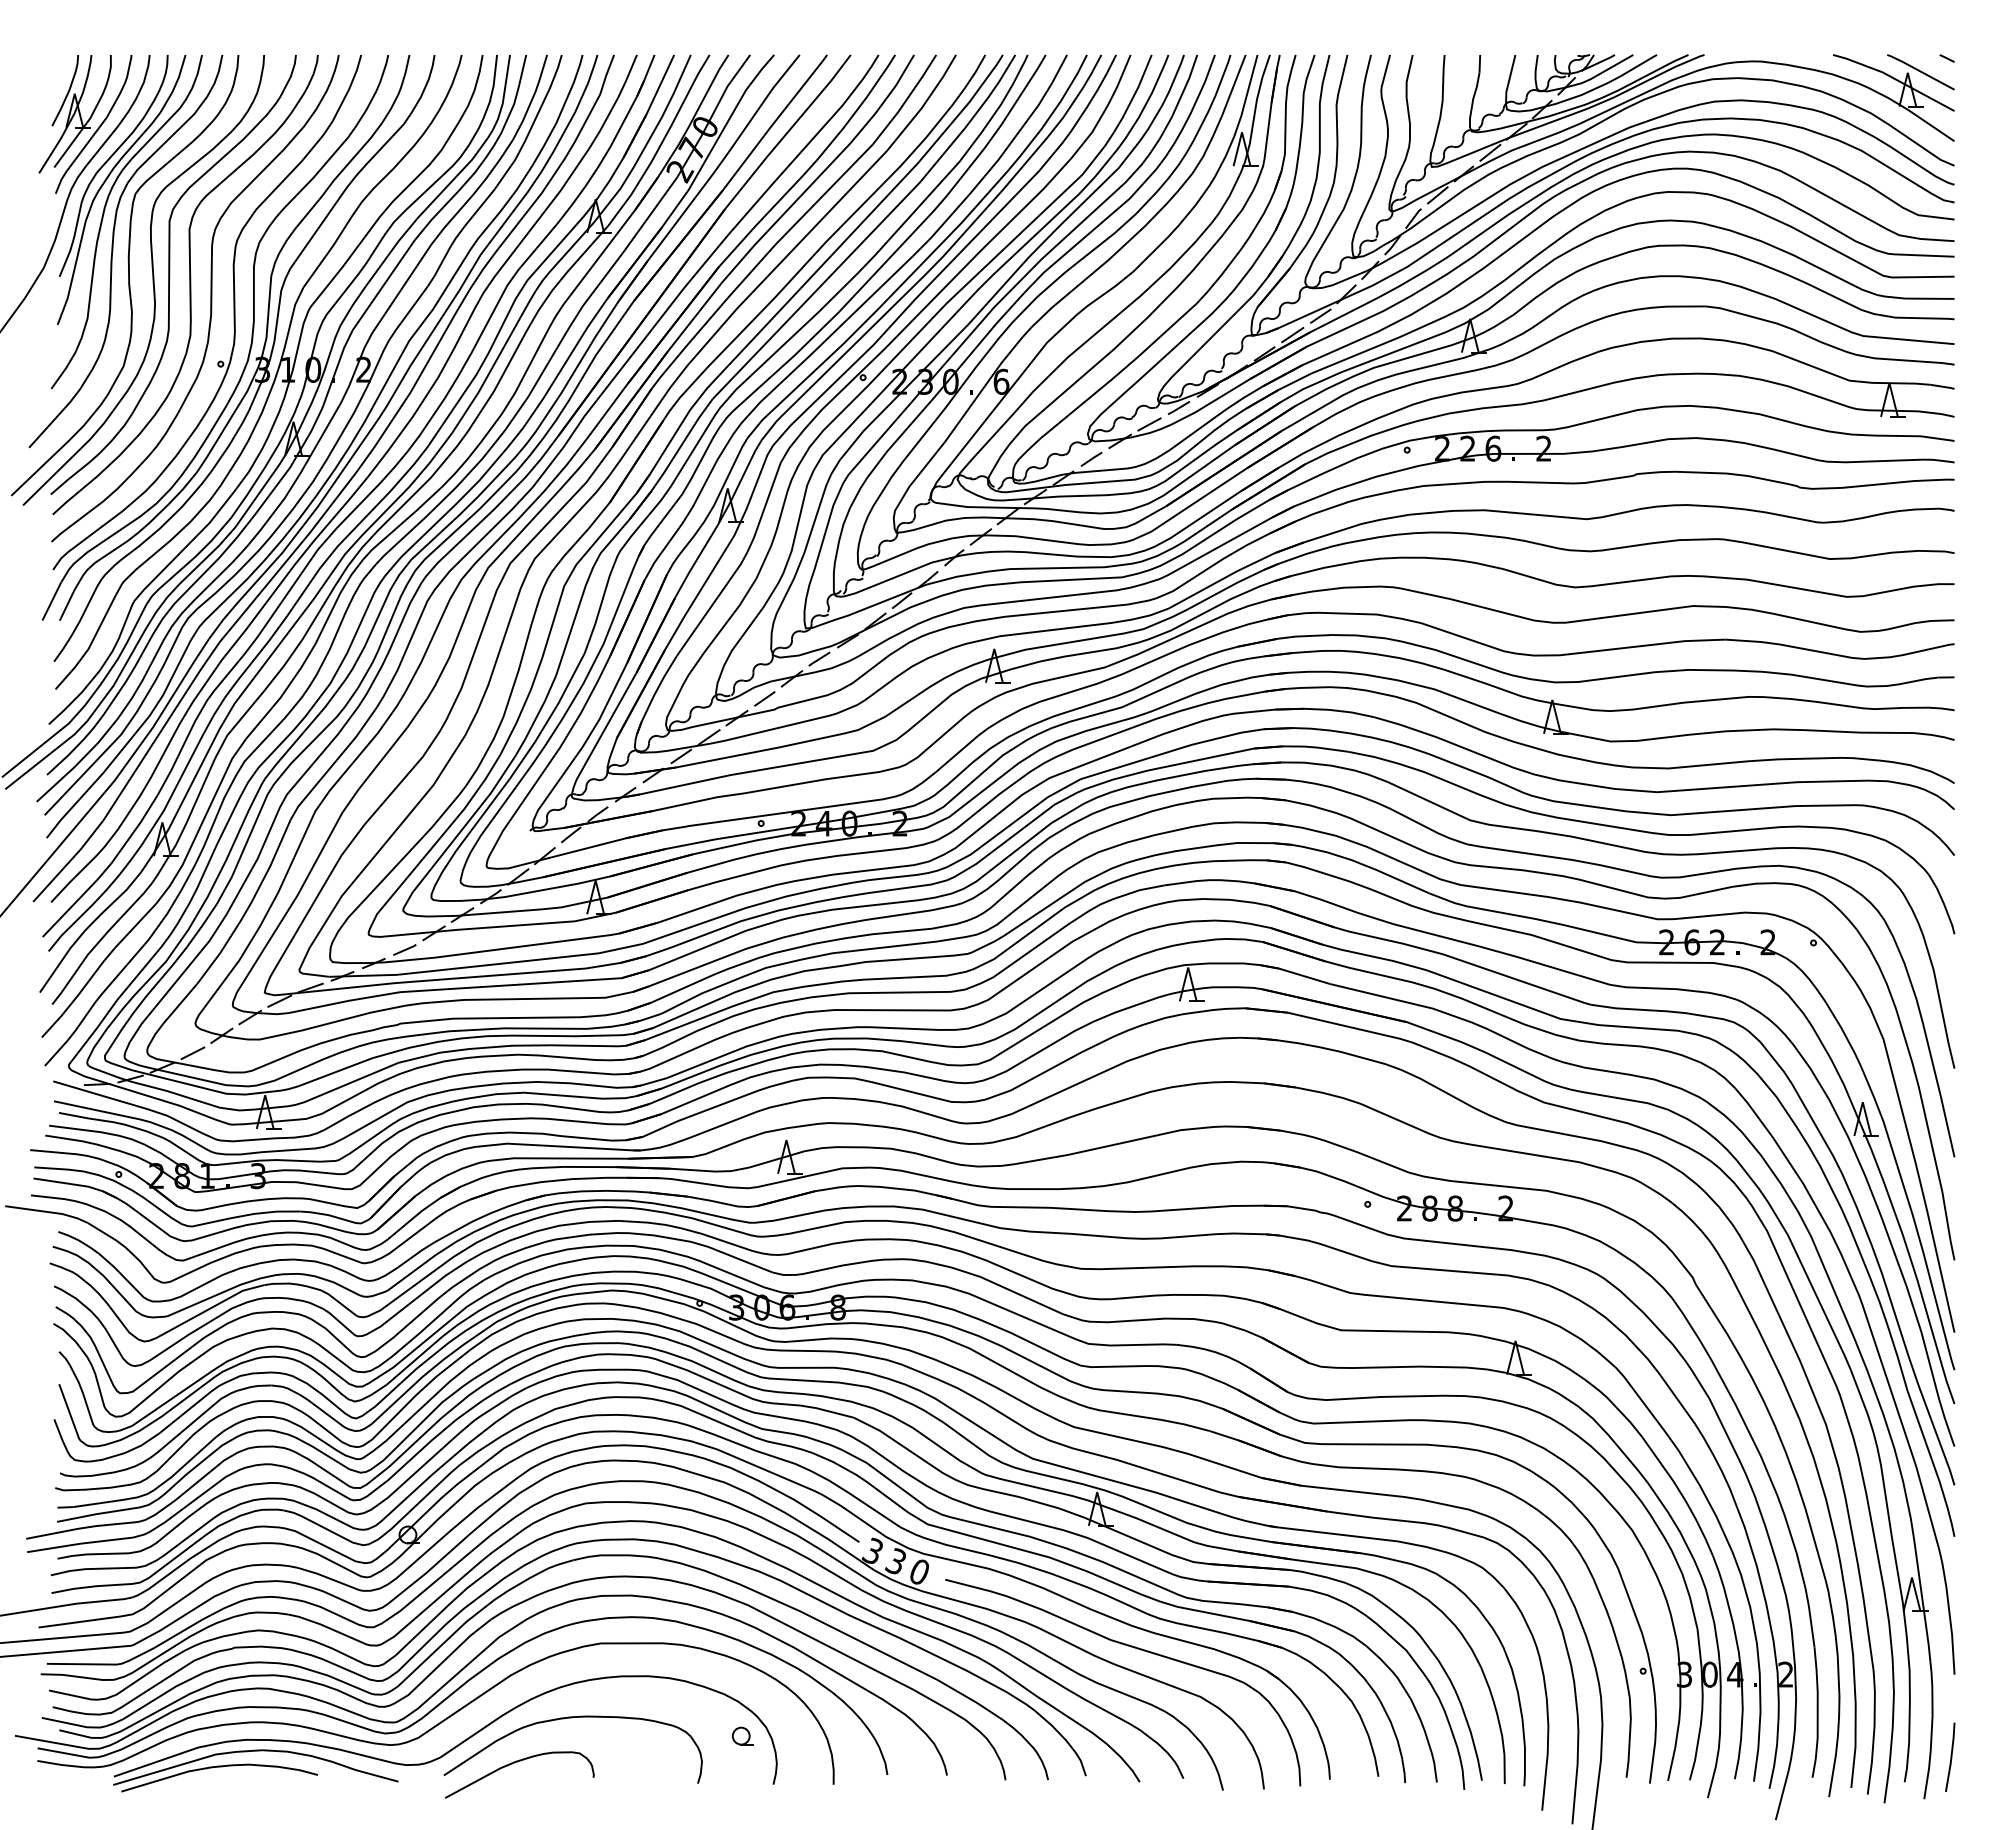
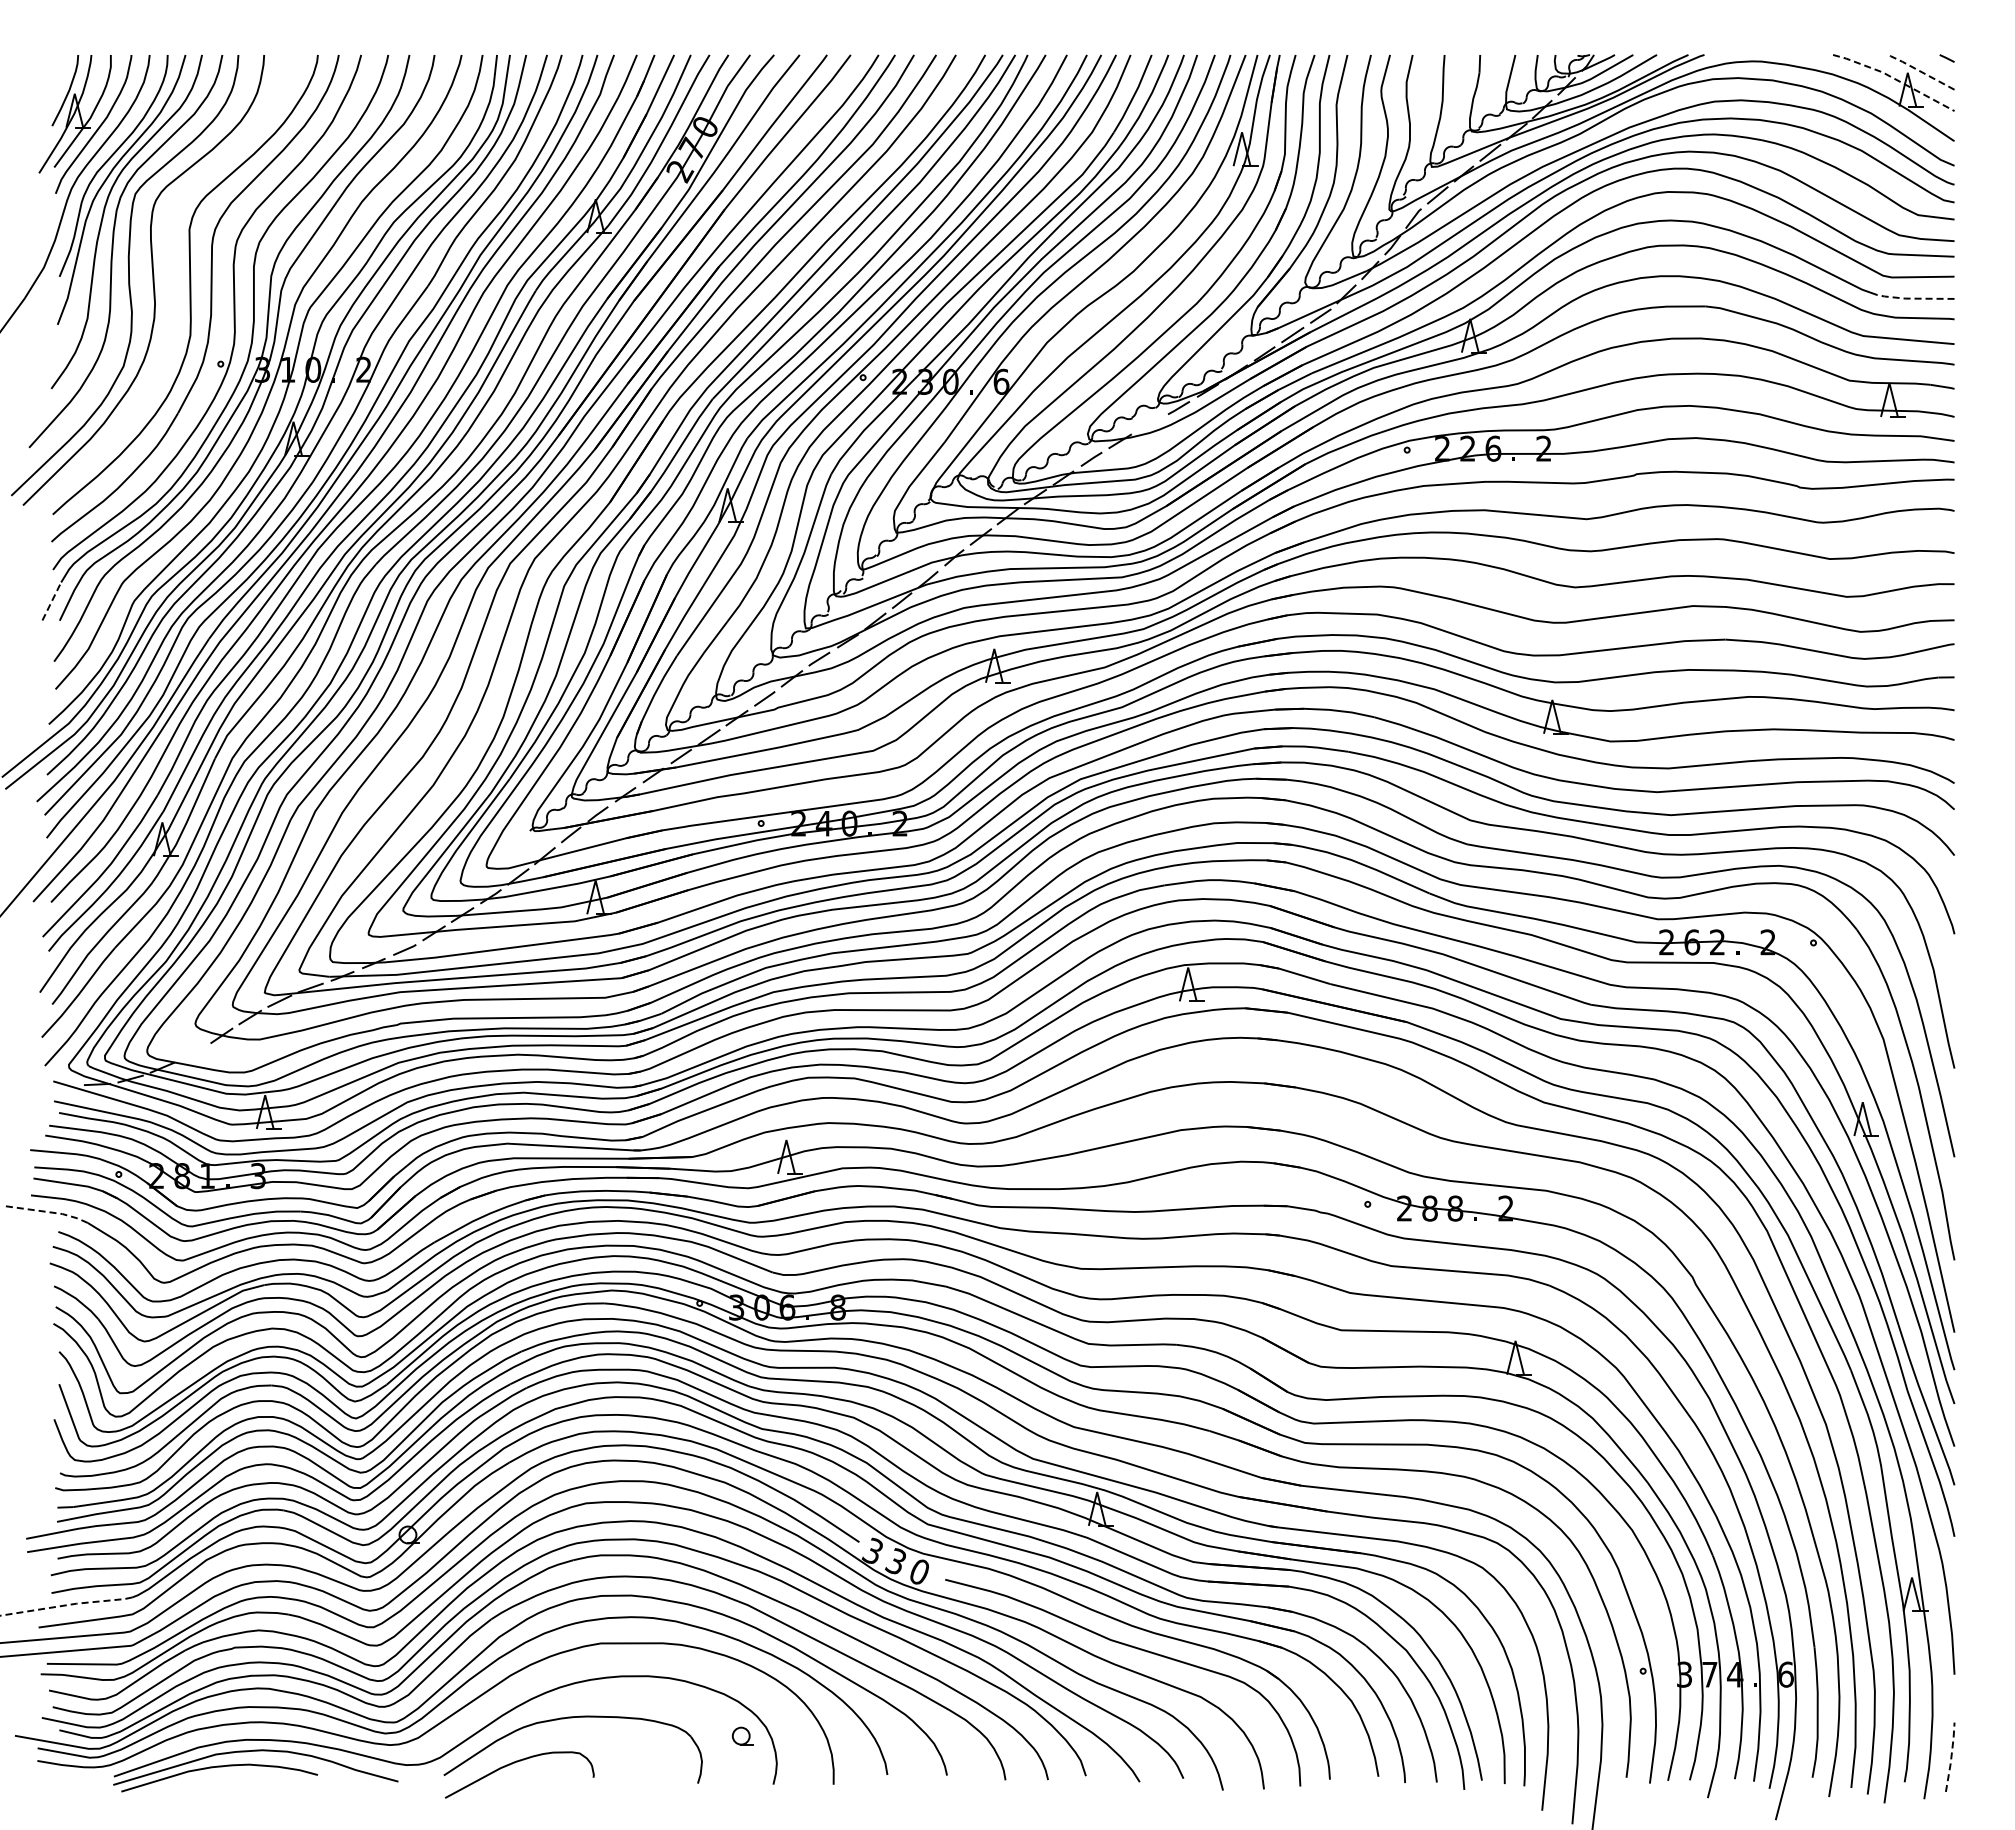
line at (1919, 71): solid -> dashed
line at (1894, 78): solid -> dashed
curve at (170, 274): present -> none
line at (1913, 298): solid -> dashed
line at (1149, 424): present -> none
line at (52, 601): solid -> dashed
line at (192, 1053): present -> none
line at (48, 1212): solid -> dashed
line at (66, 1605): solid -> dashed
text at (1709, 1674): 0 -> 7
text at (1785, 1674): 2 -> 6
line at (1951, 1756): solid -> dashed
